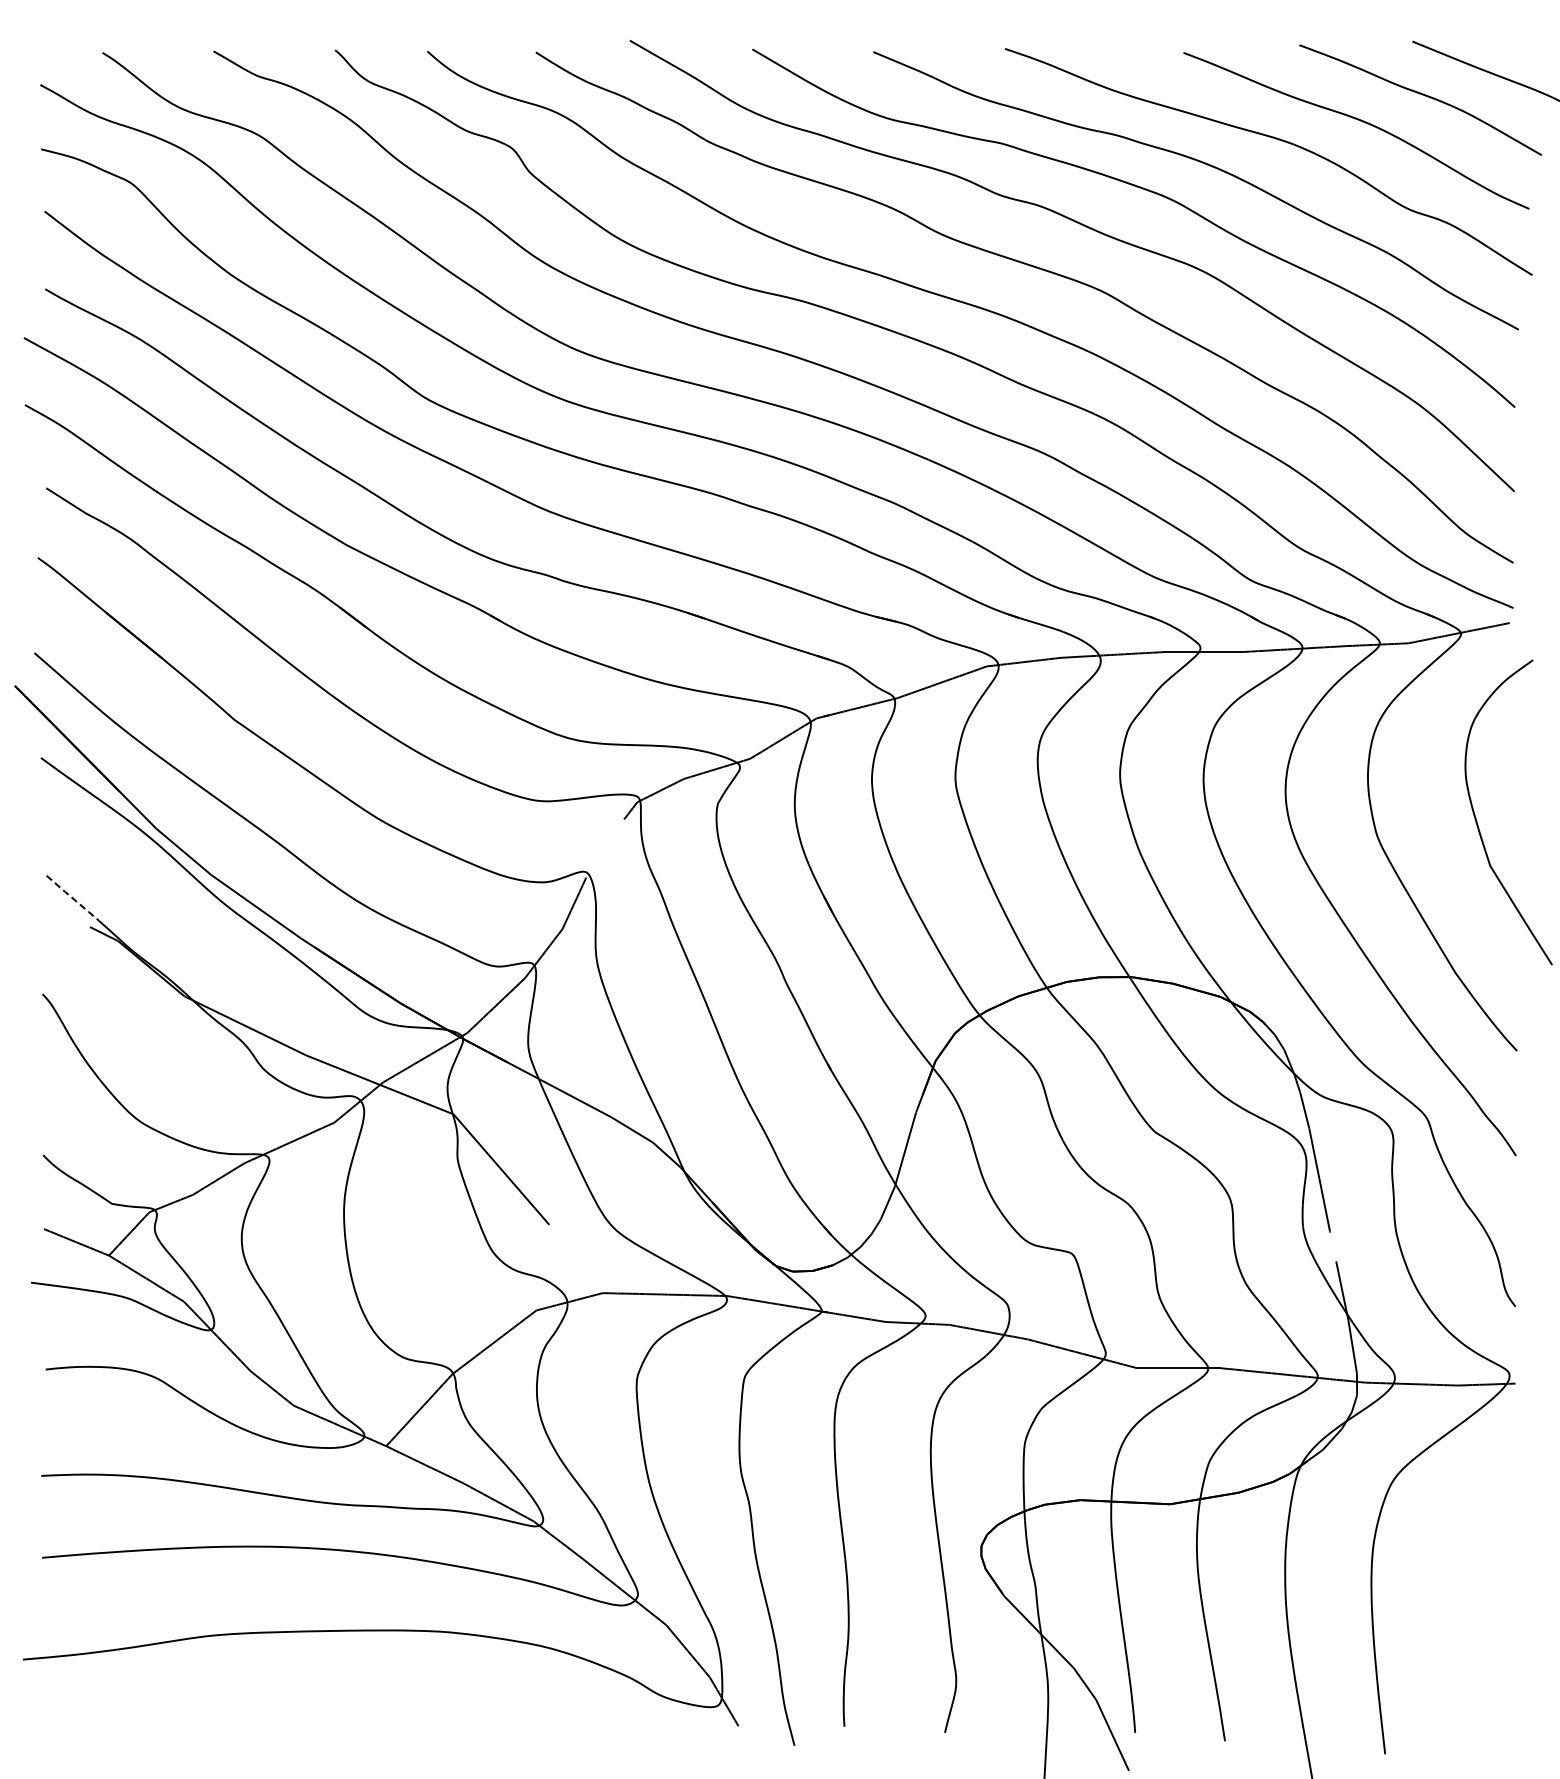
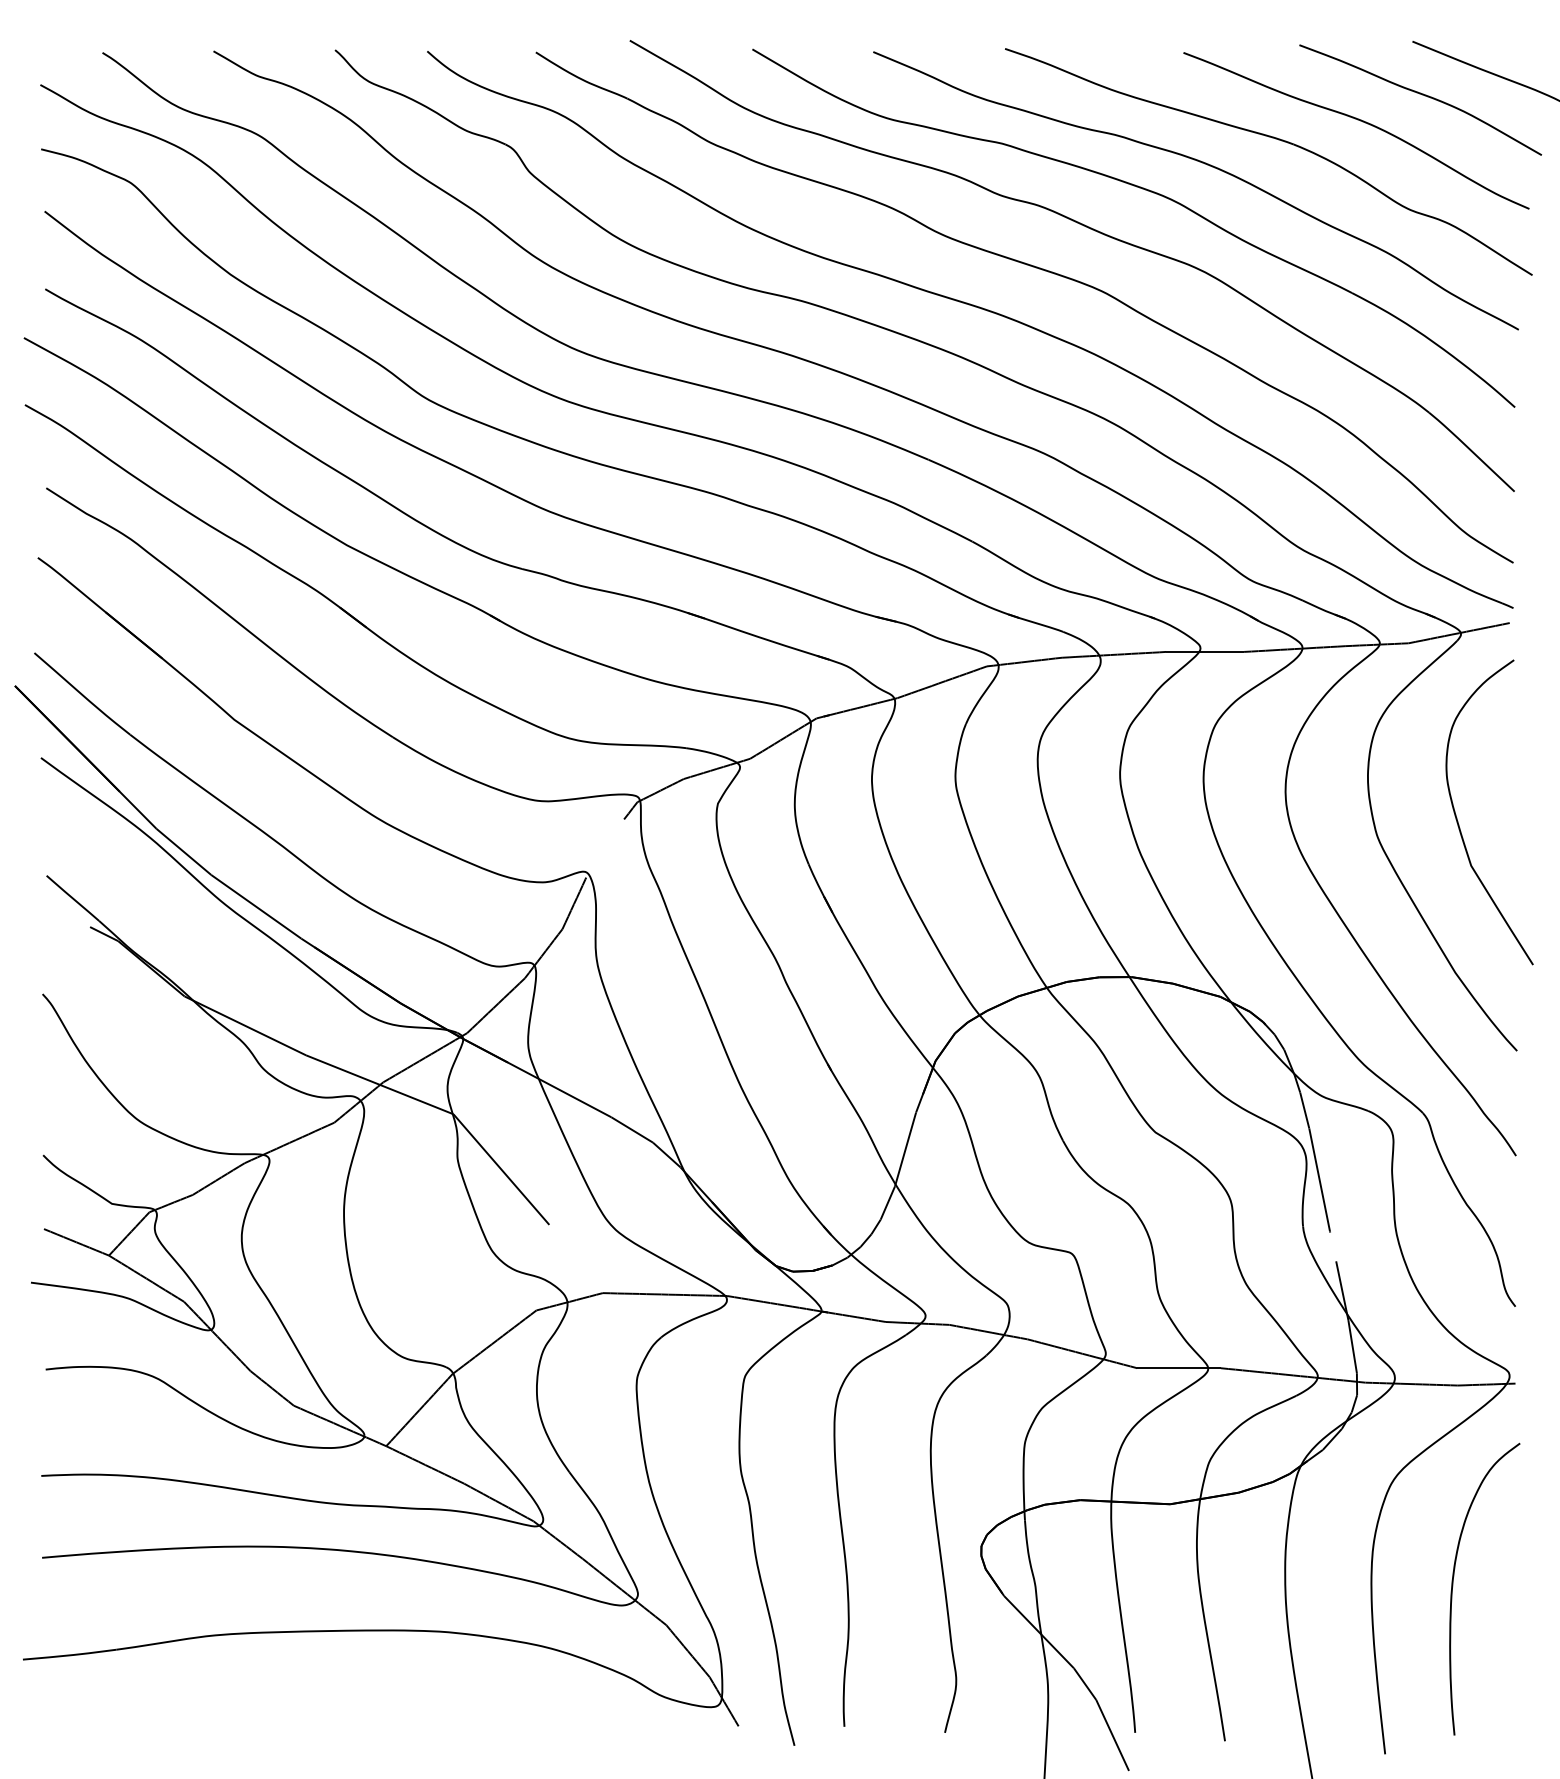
curve at (1477, 821) position: (1477, 821) -> (1458, 821)
line at (73, 898): dashed -> solid
curve at (1453, 1586): none -> present
